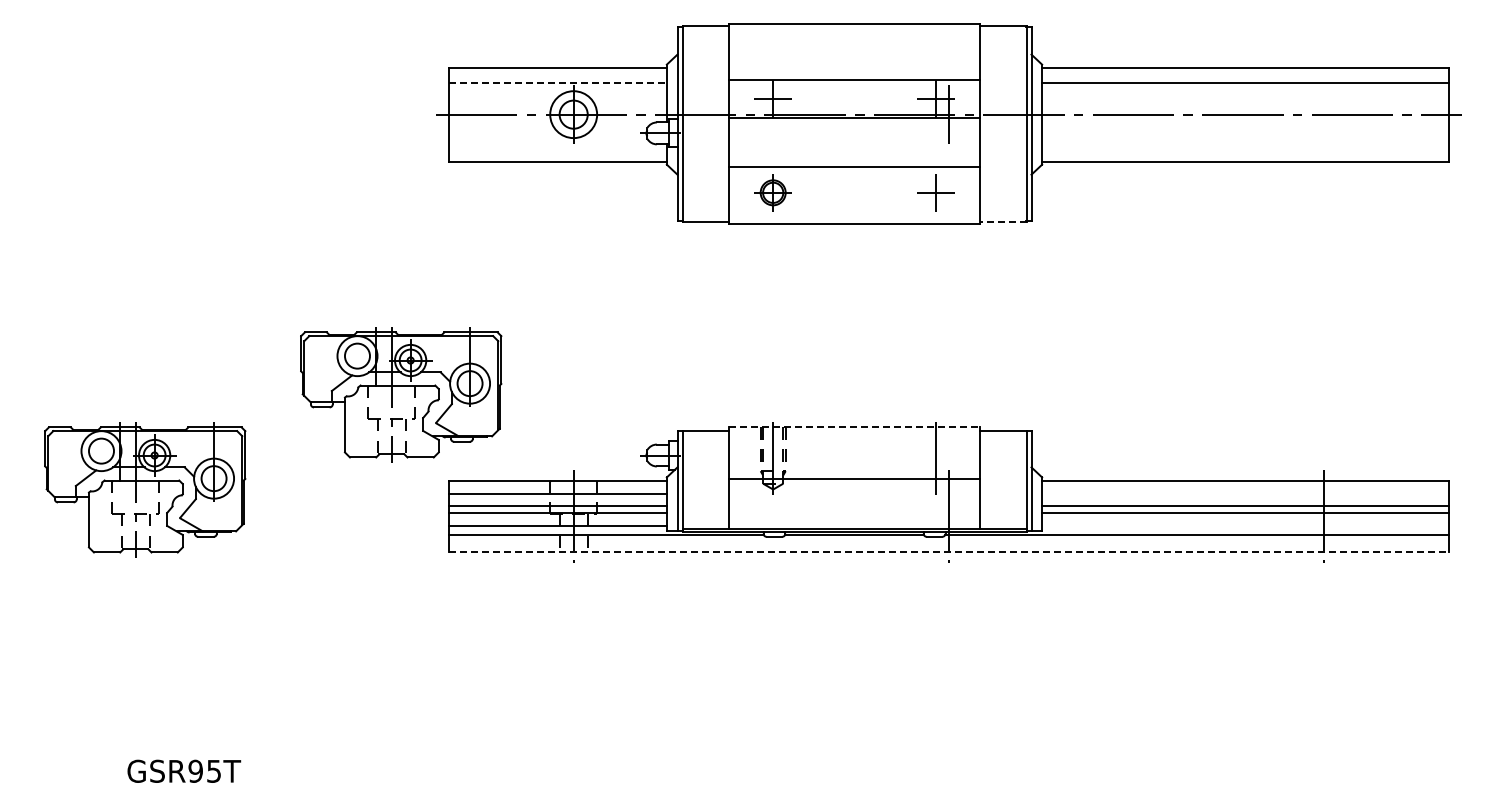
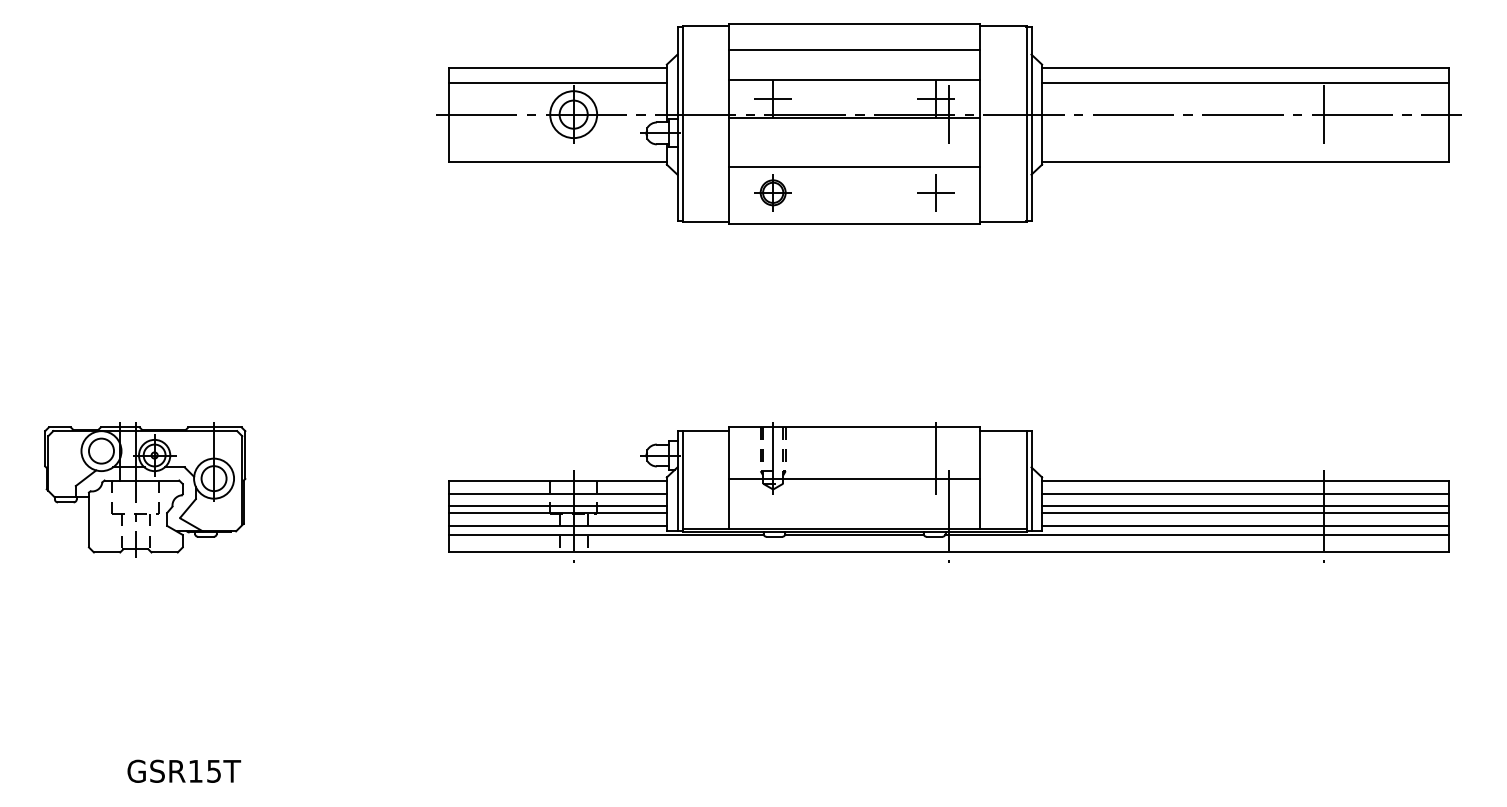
line at (854, 49): none -> present
line at (558, 83): dashed -> solid
line at (1324, 114): none -> present
line at (1002, 221): dashed -> solid
part at (401, 394): present -> none
line at (854, 427): dashed -> solid
line at (1245, 494): none -> present
line at (1245, 525): none -> present
line at (949, 552): dashed -> solid
text at (195, 770): GSR95T -> GSR15T
